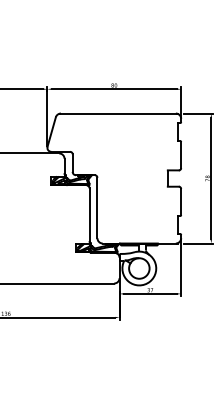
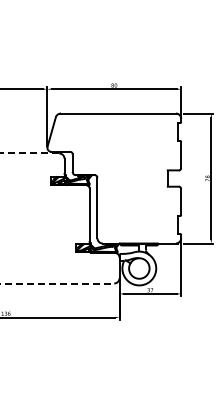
line at (29, 153): solid -> dashed
line at (57, 283): solid -> dashed
